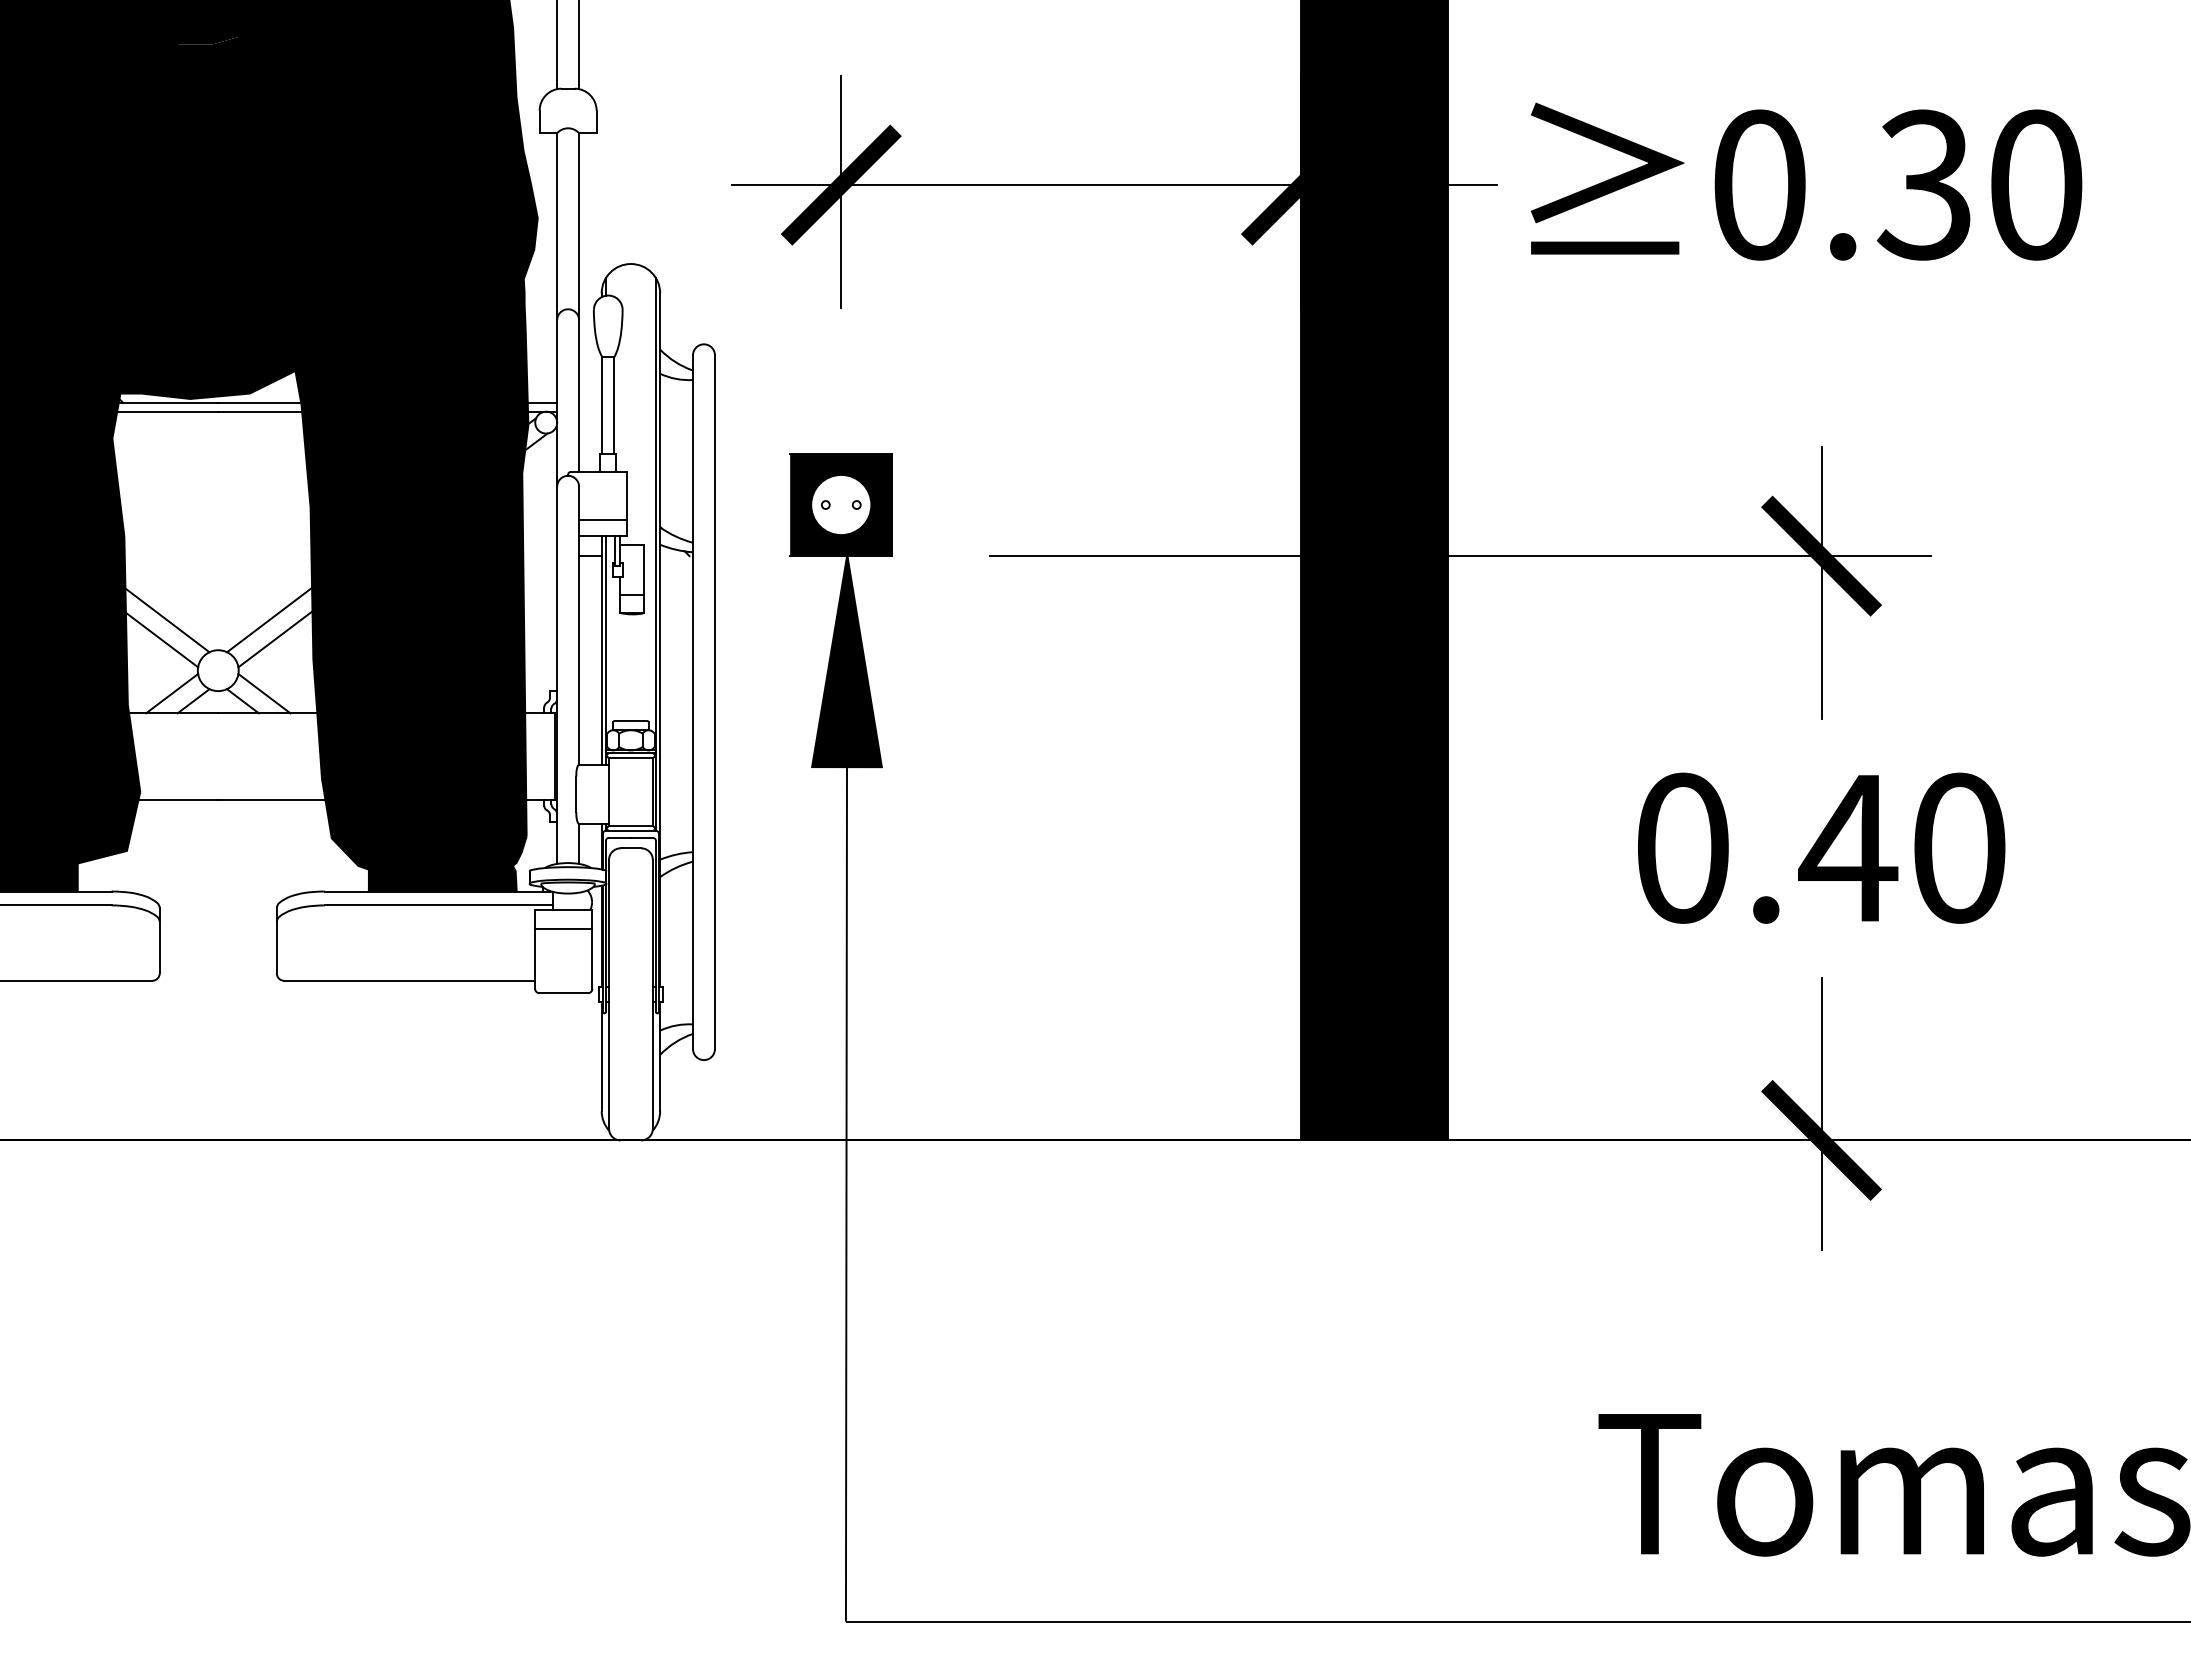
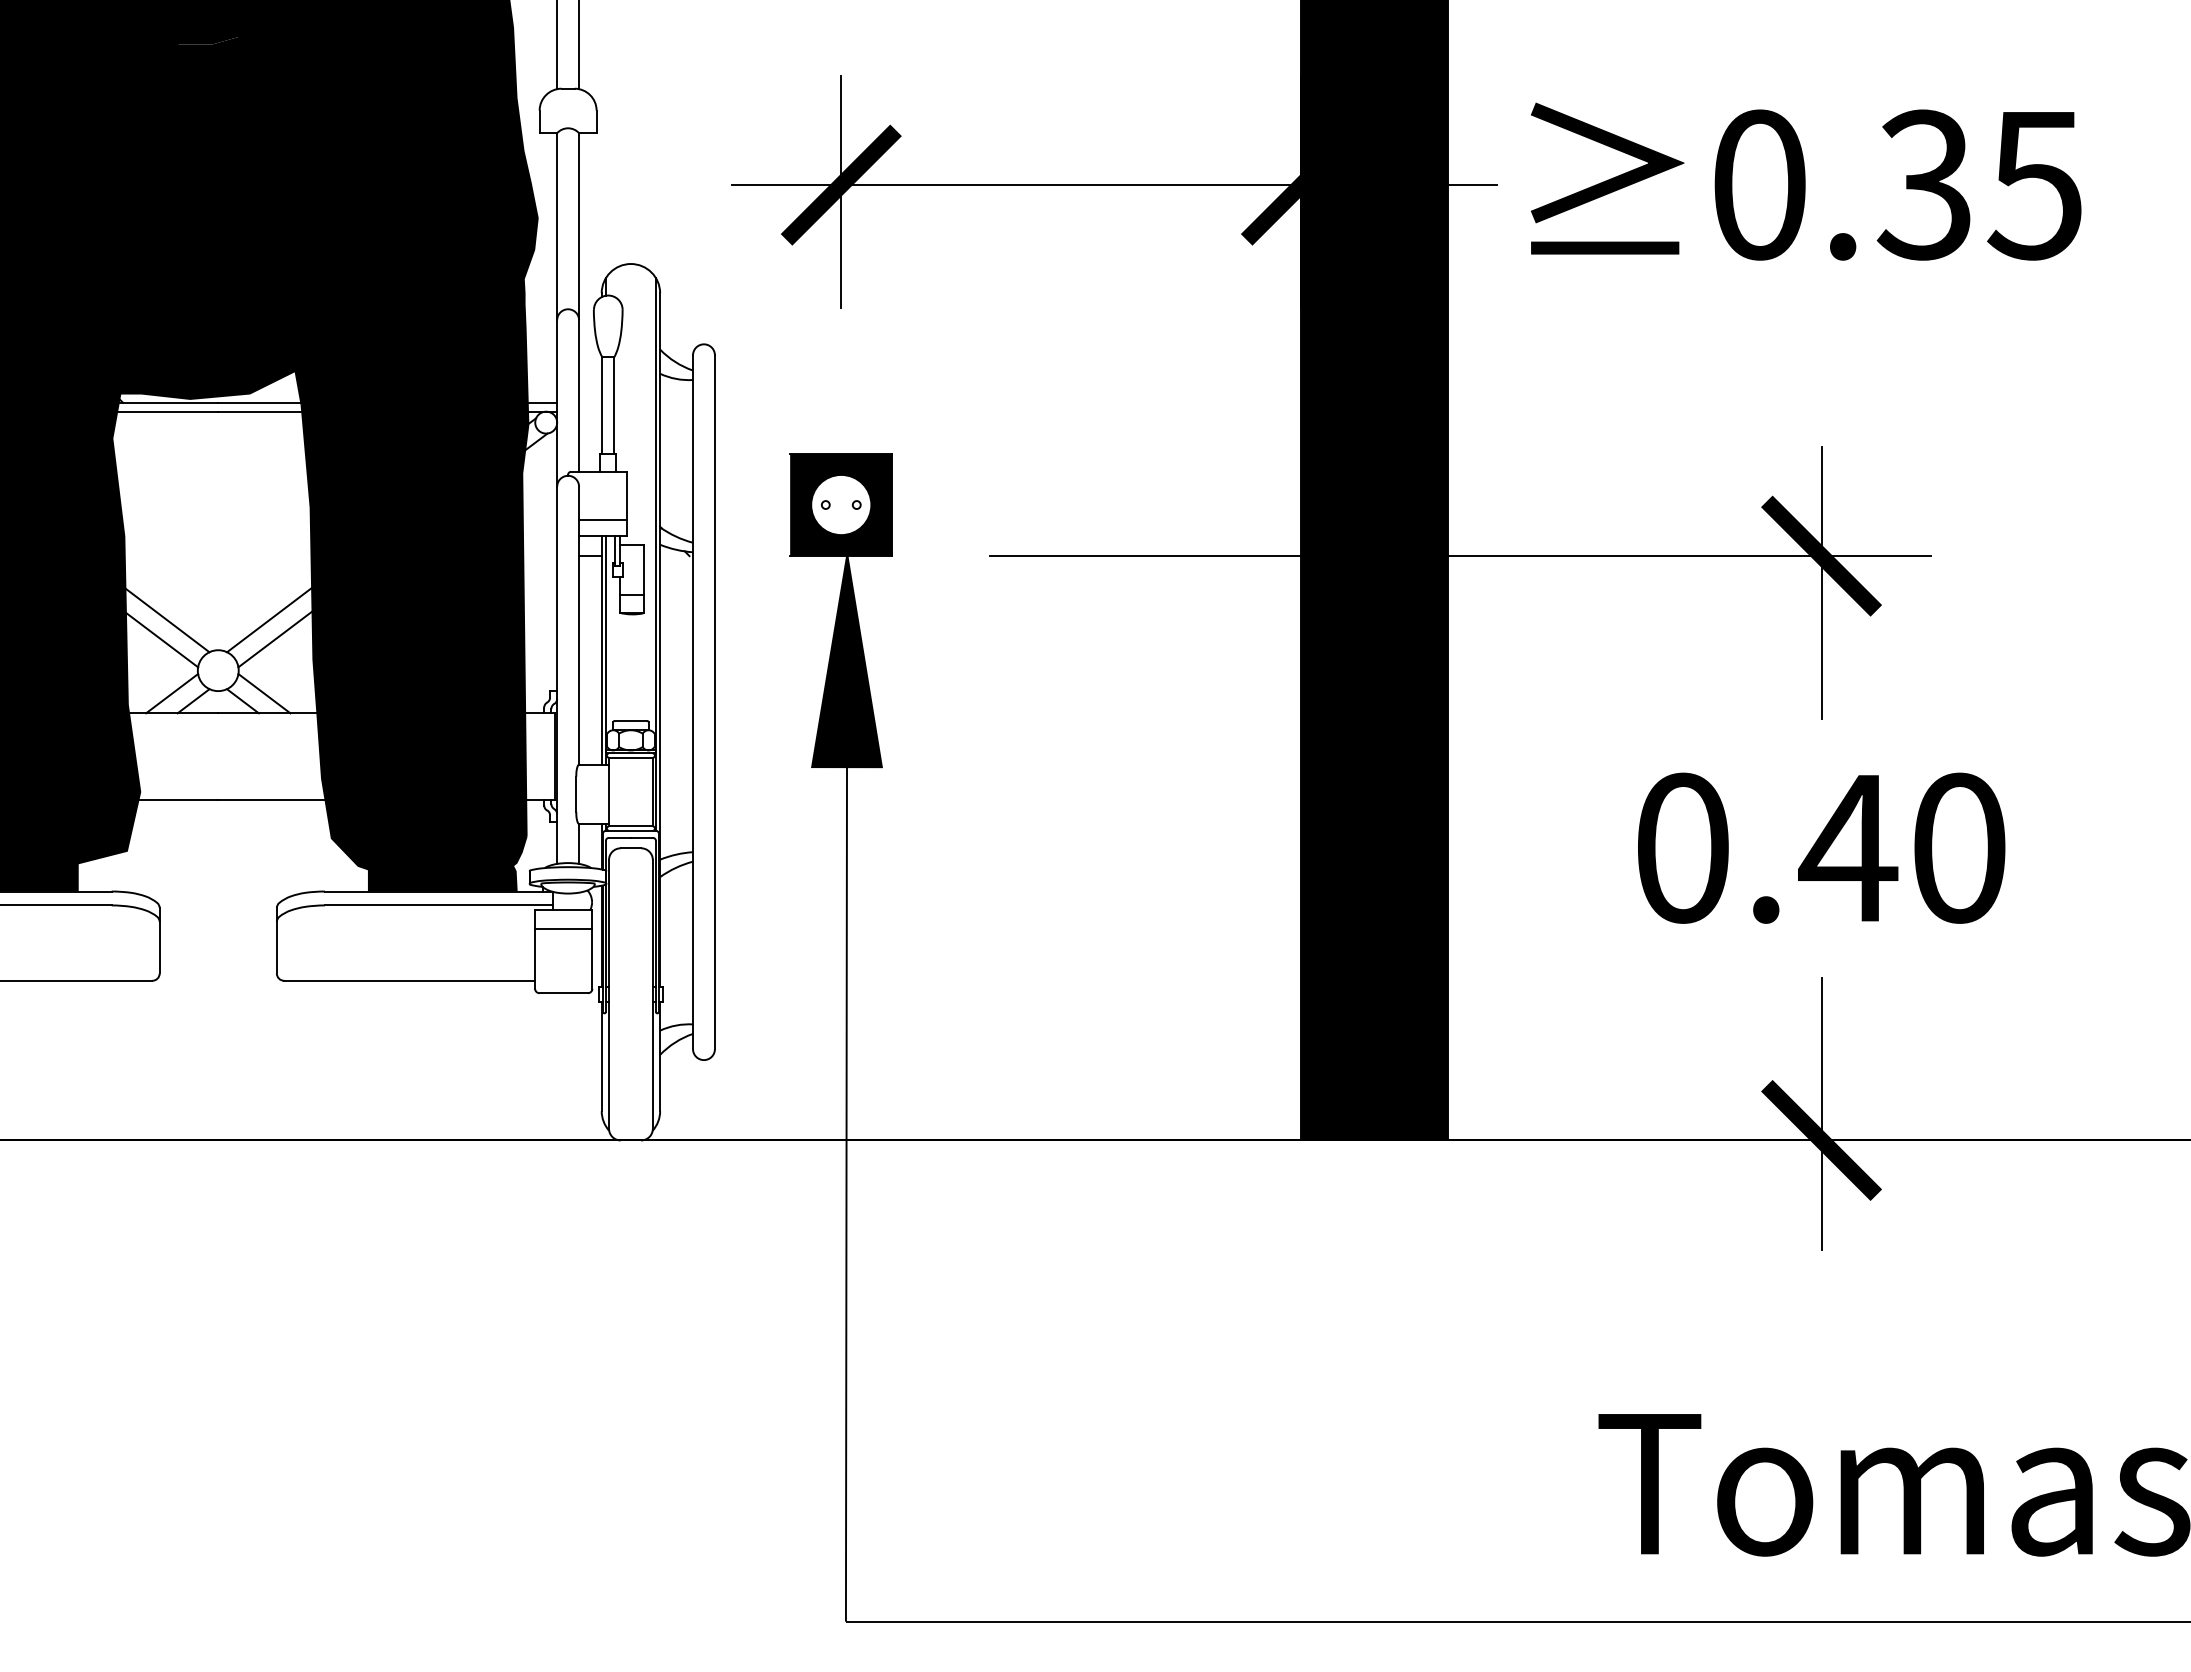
text at (2034, 184): 0.30 -> 0.35
